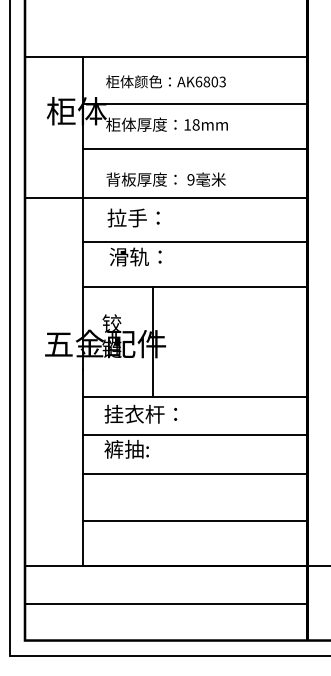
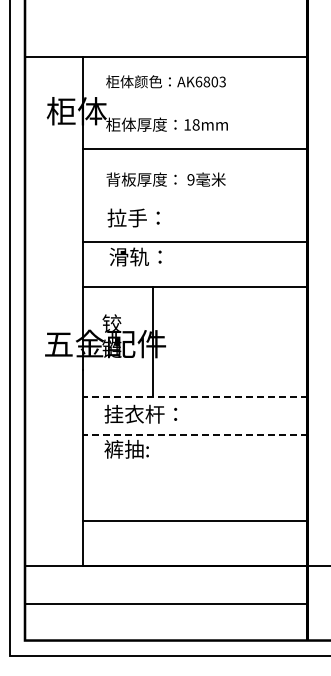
line at (195, 103): present -> none
line at (166, 198): present -> none
line at (194, 397): solid -> dashed
line at (194, 435): solid -> dashed
line at (195, 474): present -> none
